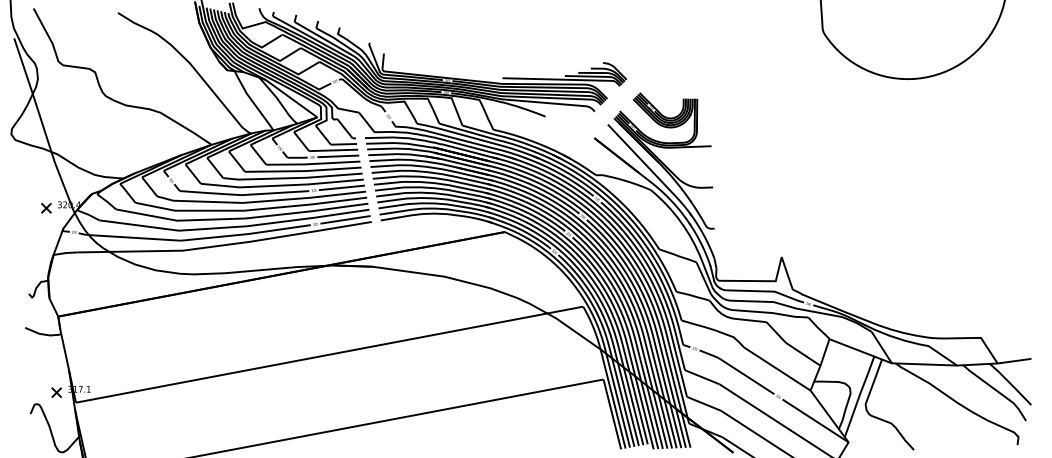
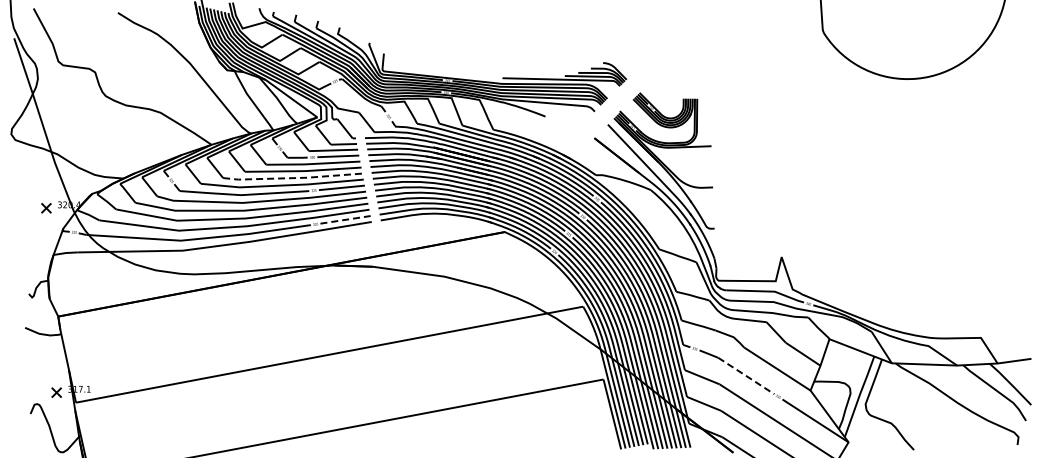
line at (293, 178): solid -> dashed
line at (346, 219): solid -> dashed
line at (746, 376): solid -> dashed
